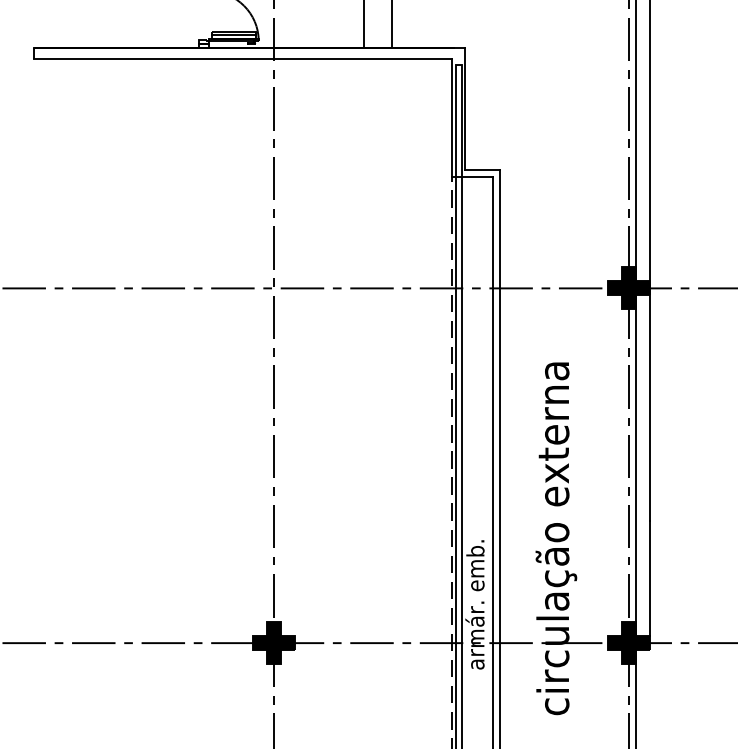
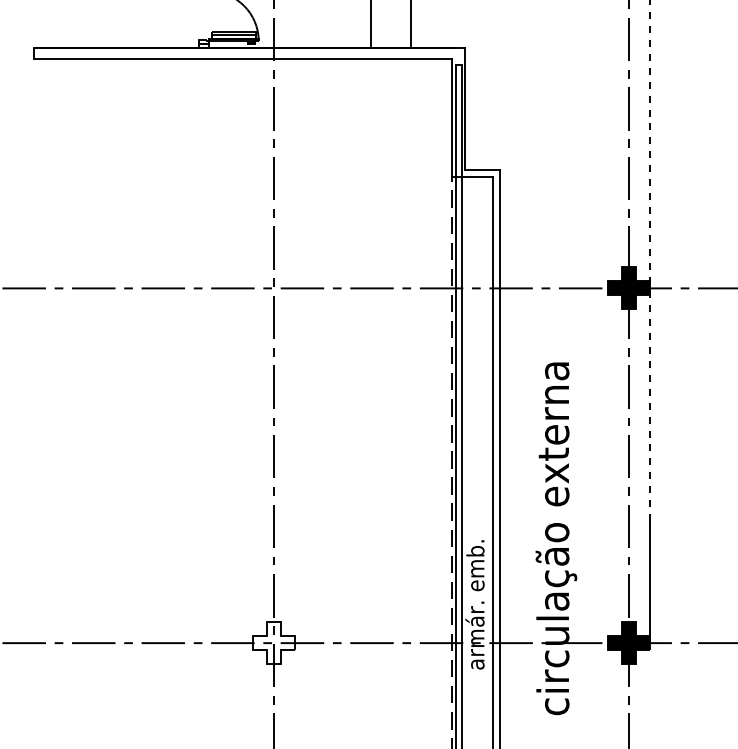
line at (363, 25) position: (363, 25) -> (370, 25)
line at (391, 25) position: (391, 25) -> (410, 25)
line at (649, 260): solid -> dashed
line at (635, 373): present -> none
fill at (274, 642): present -> none
